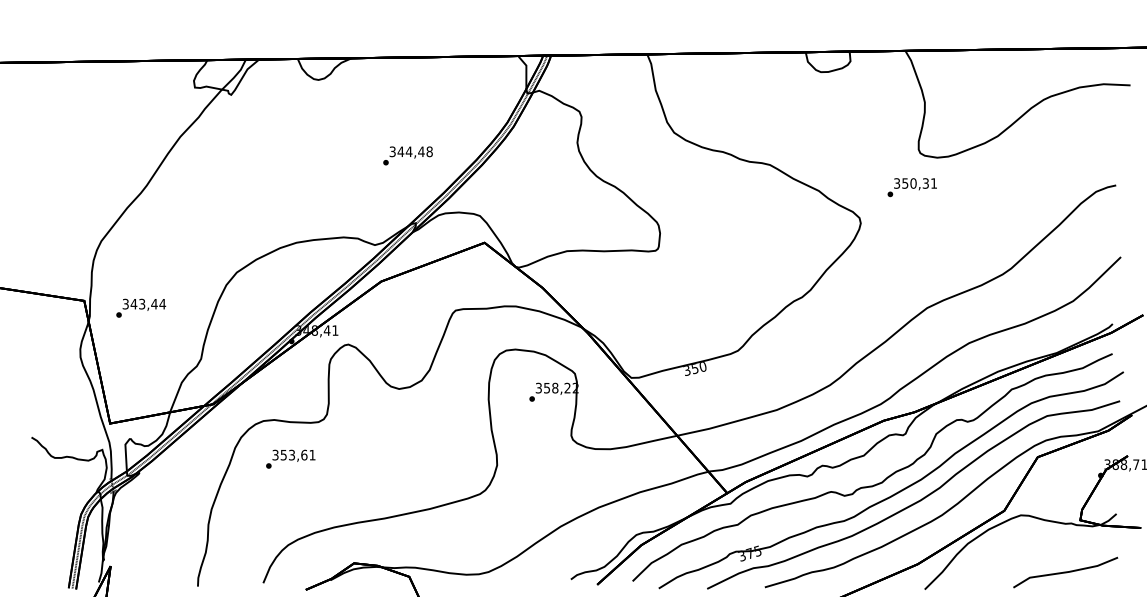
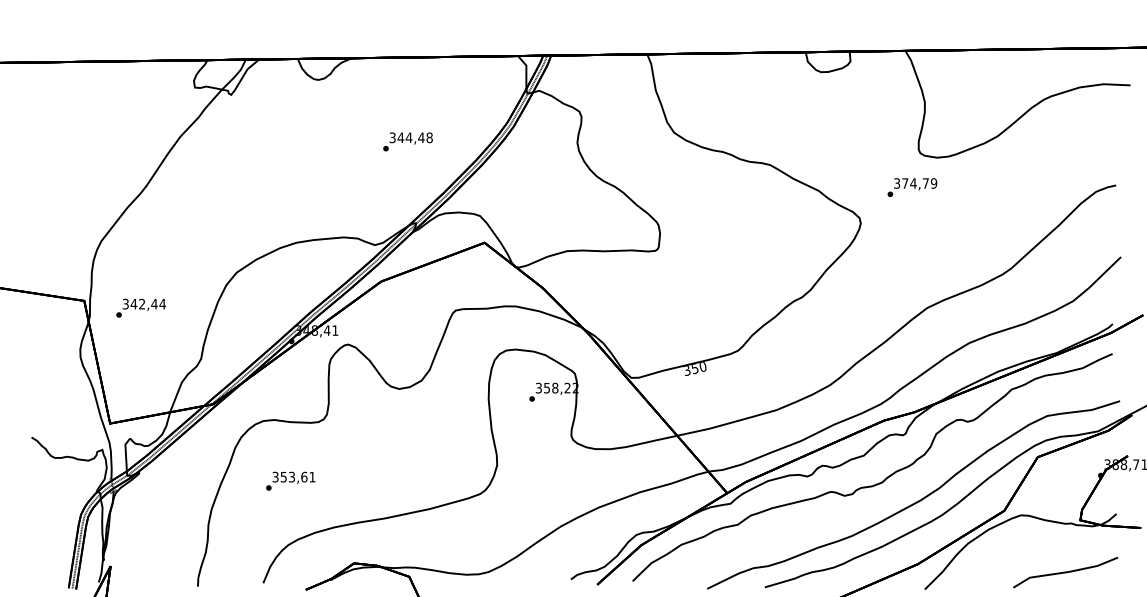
text at (407, 155) position: (407, 155) -> (407, 141)
text at (919, 183): 350,31 -> 374,79
text at (142, 304): 343,44 -> 342,44
text at (290, 458) position: (290, 458) -> (290, 480)
part at (897, 491): present -> none
